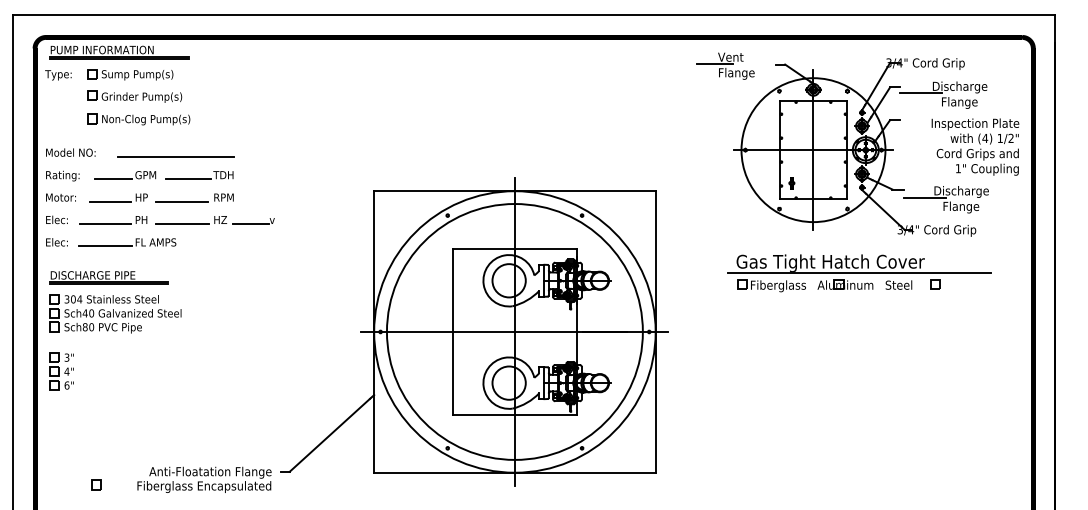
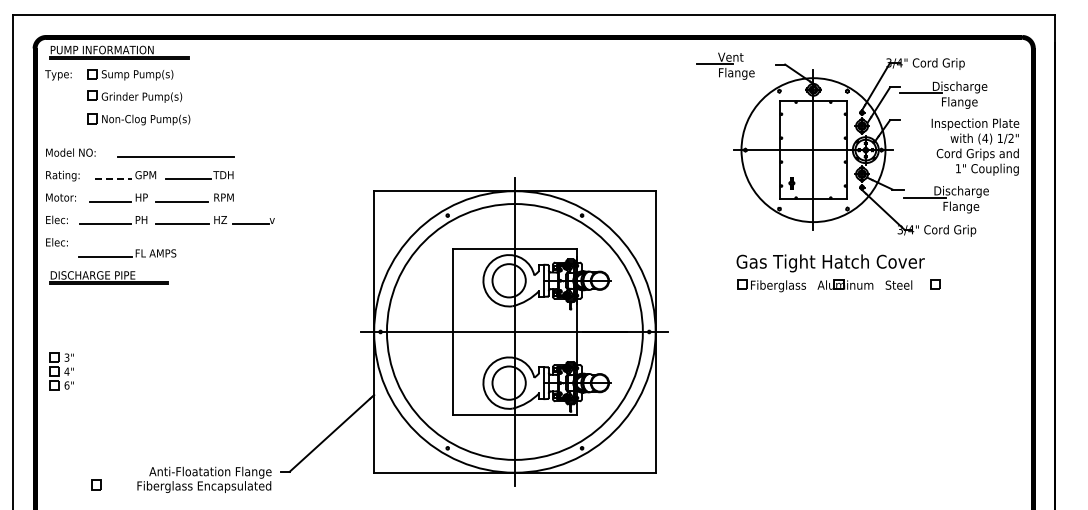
line at (113, 179): solid -> dashed
part at (127, 242) position: (127, 242) -> (127, 253)
line at (859, 273): present -> none
part at (115, 313): present -> none
